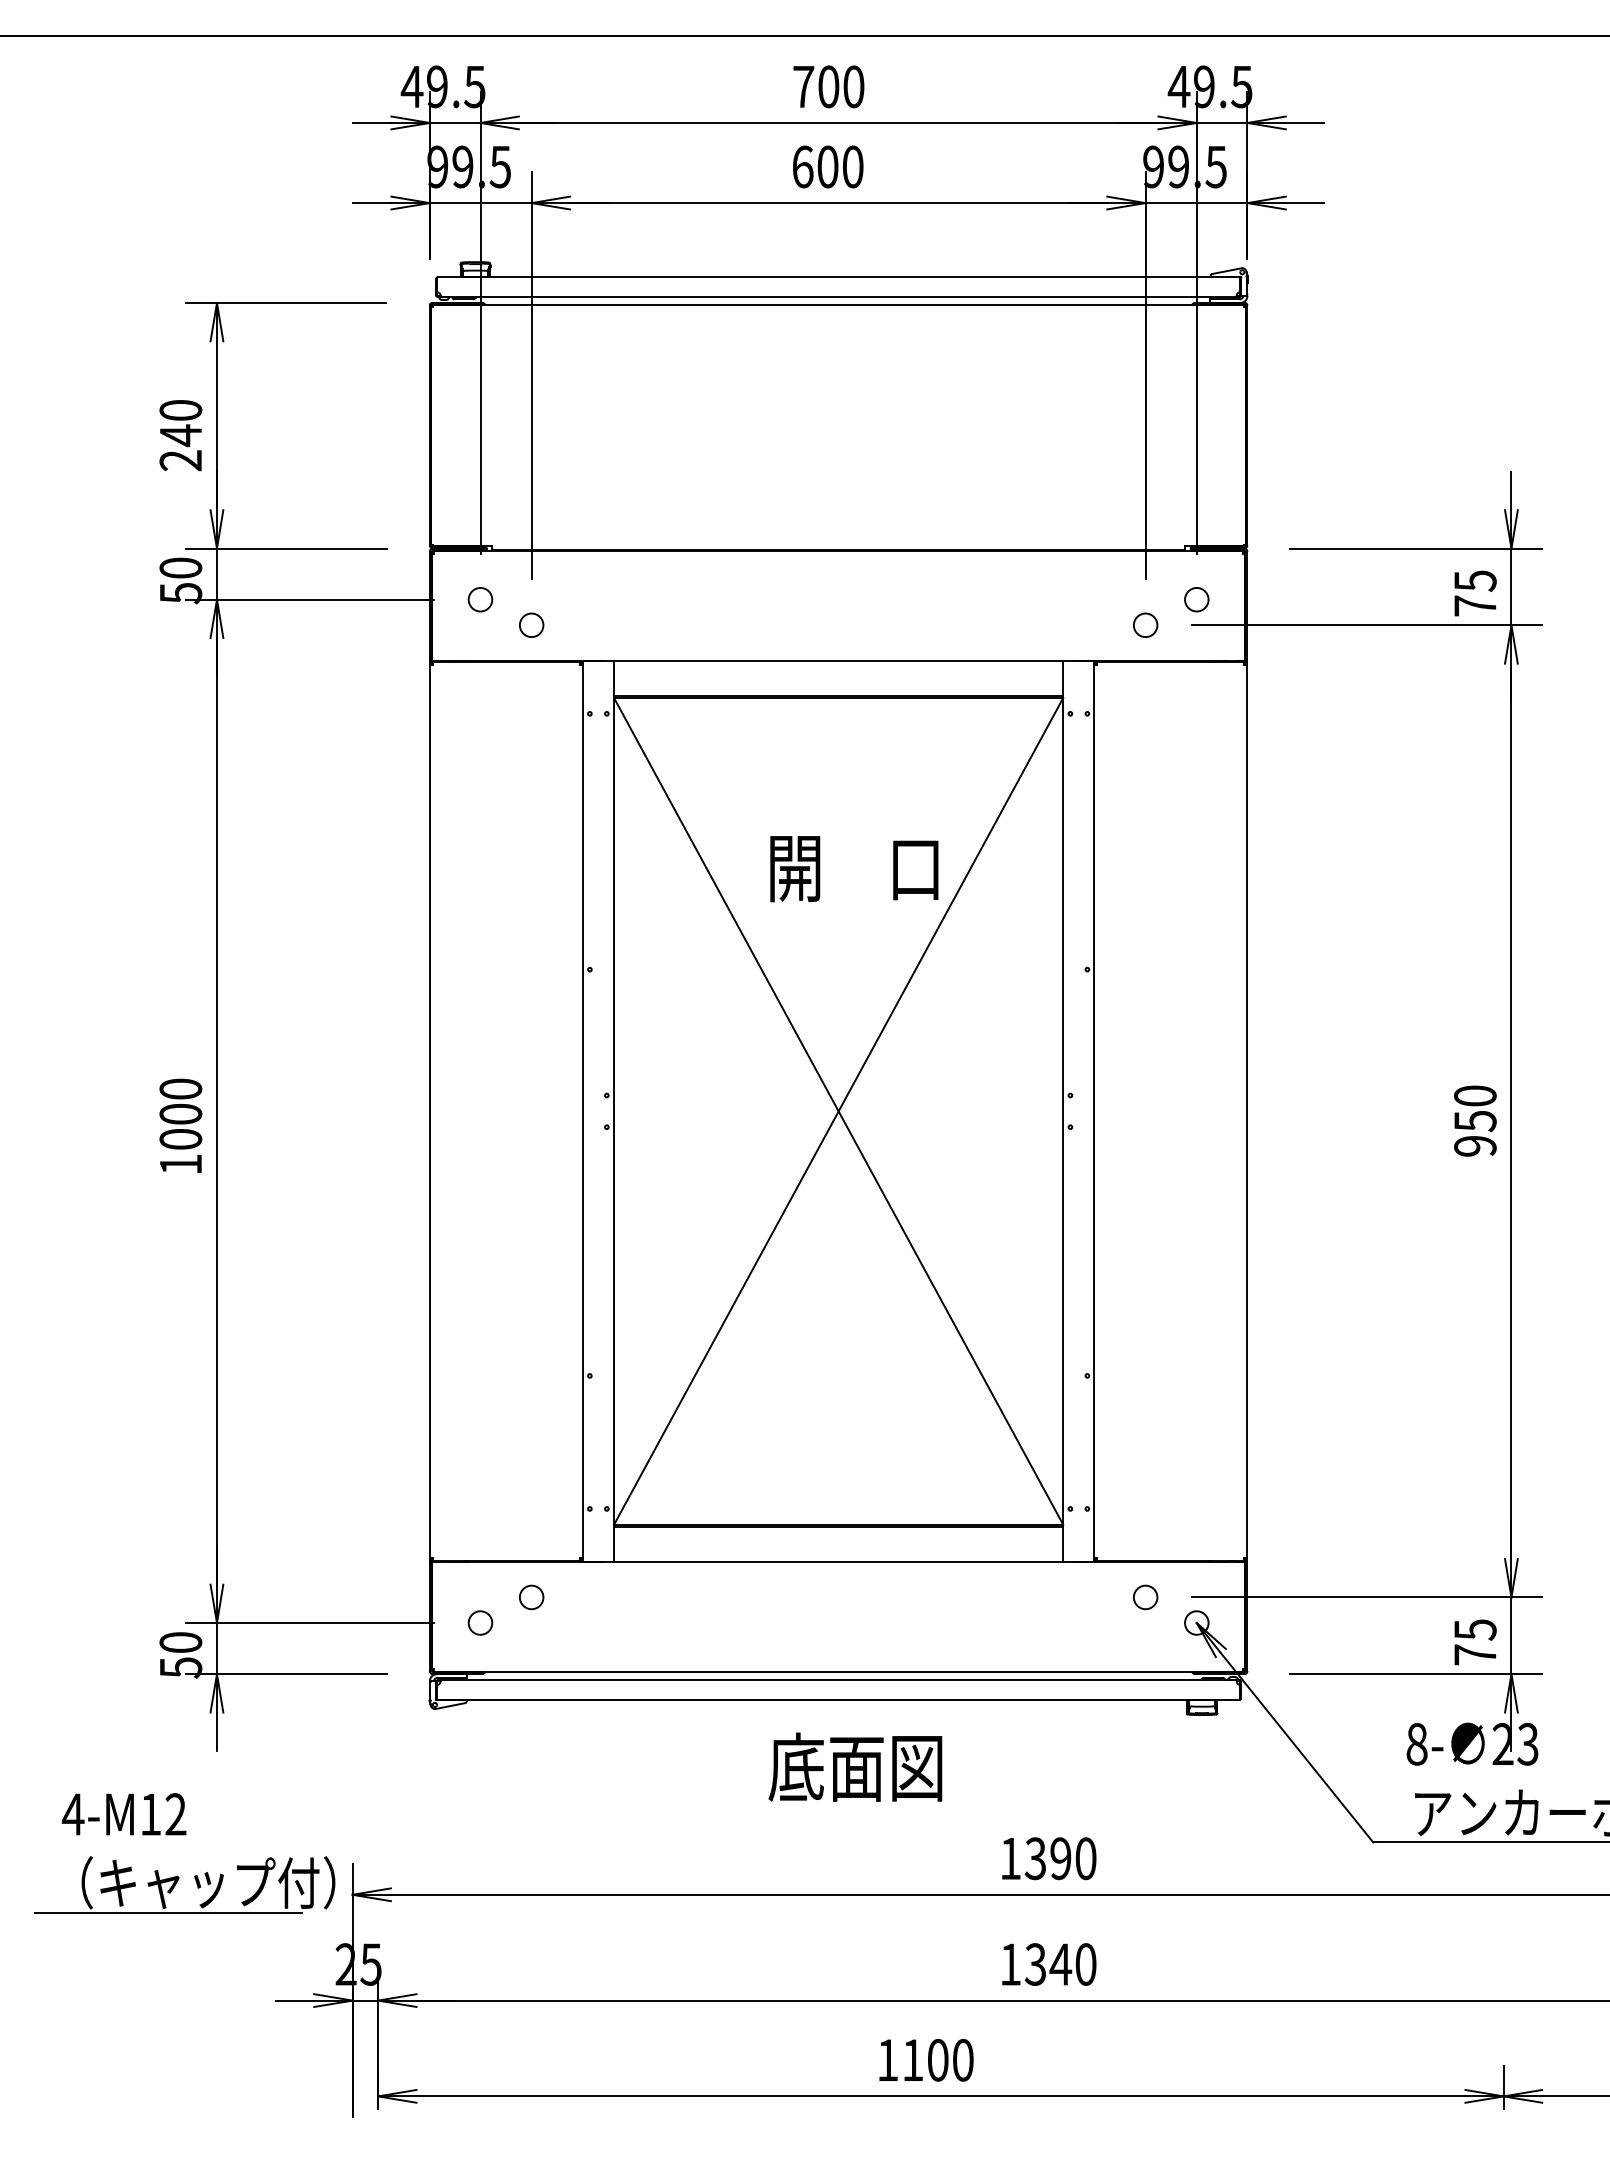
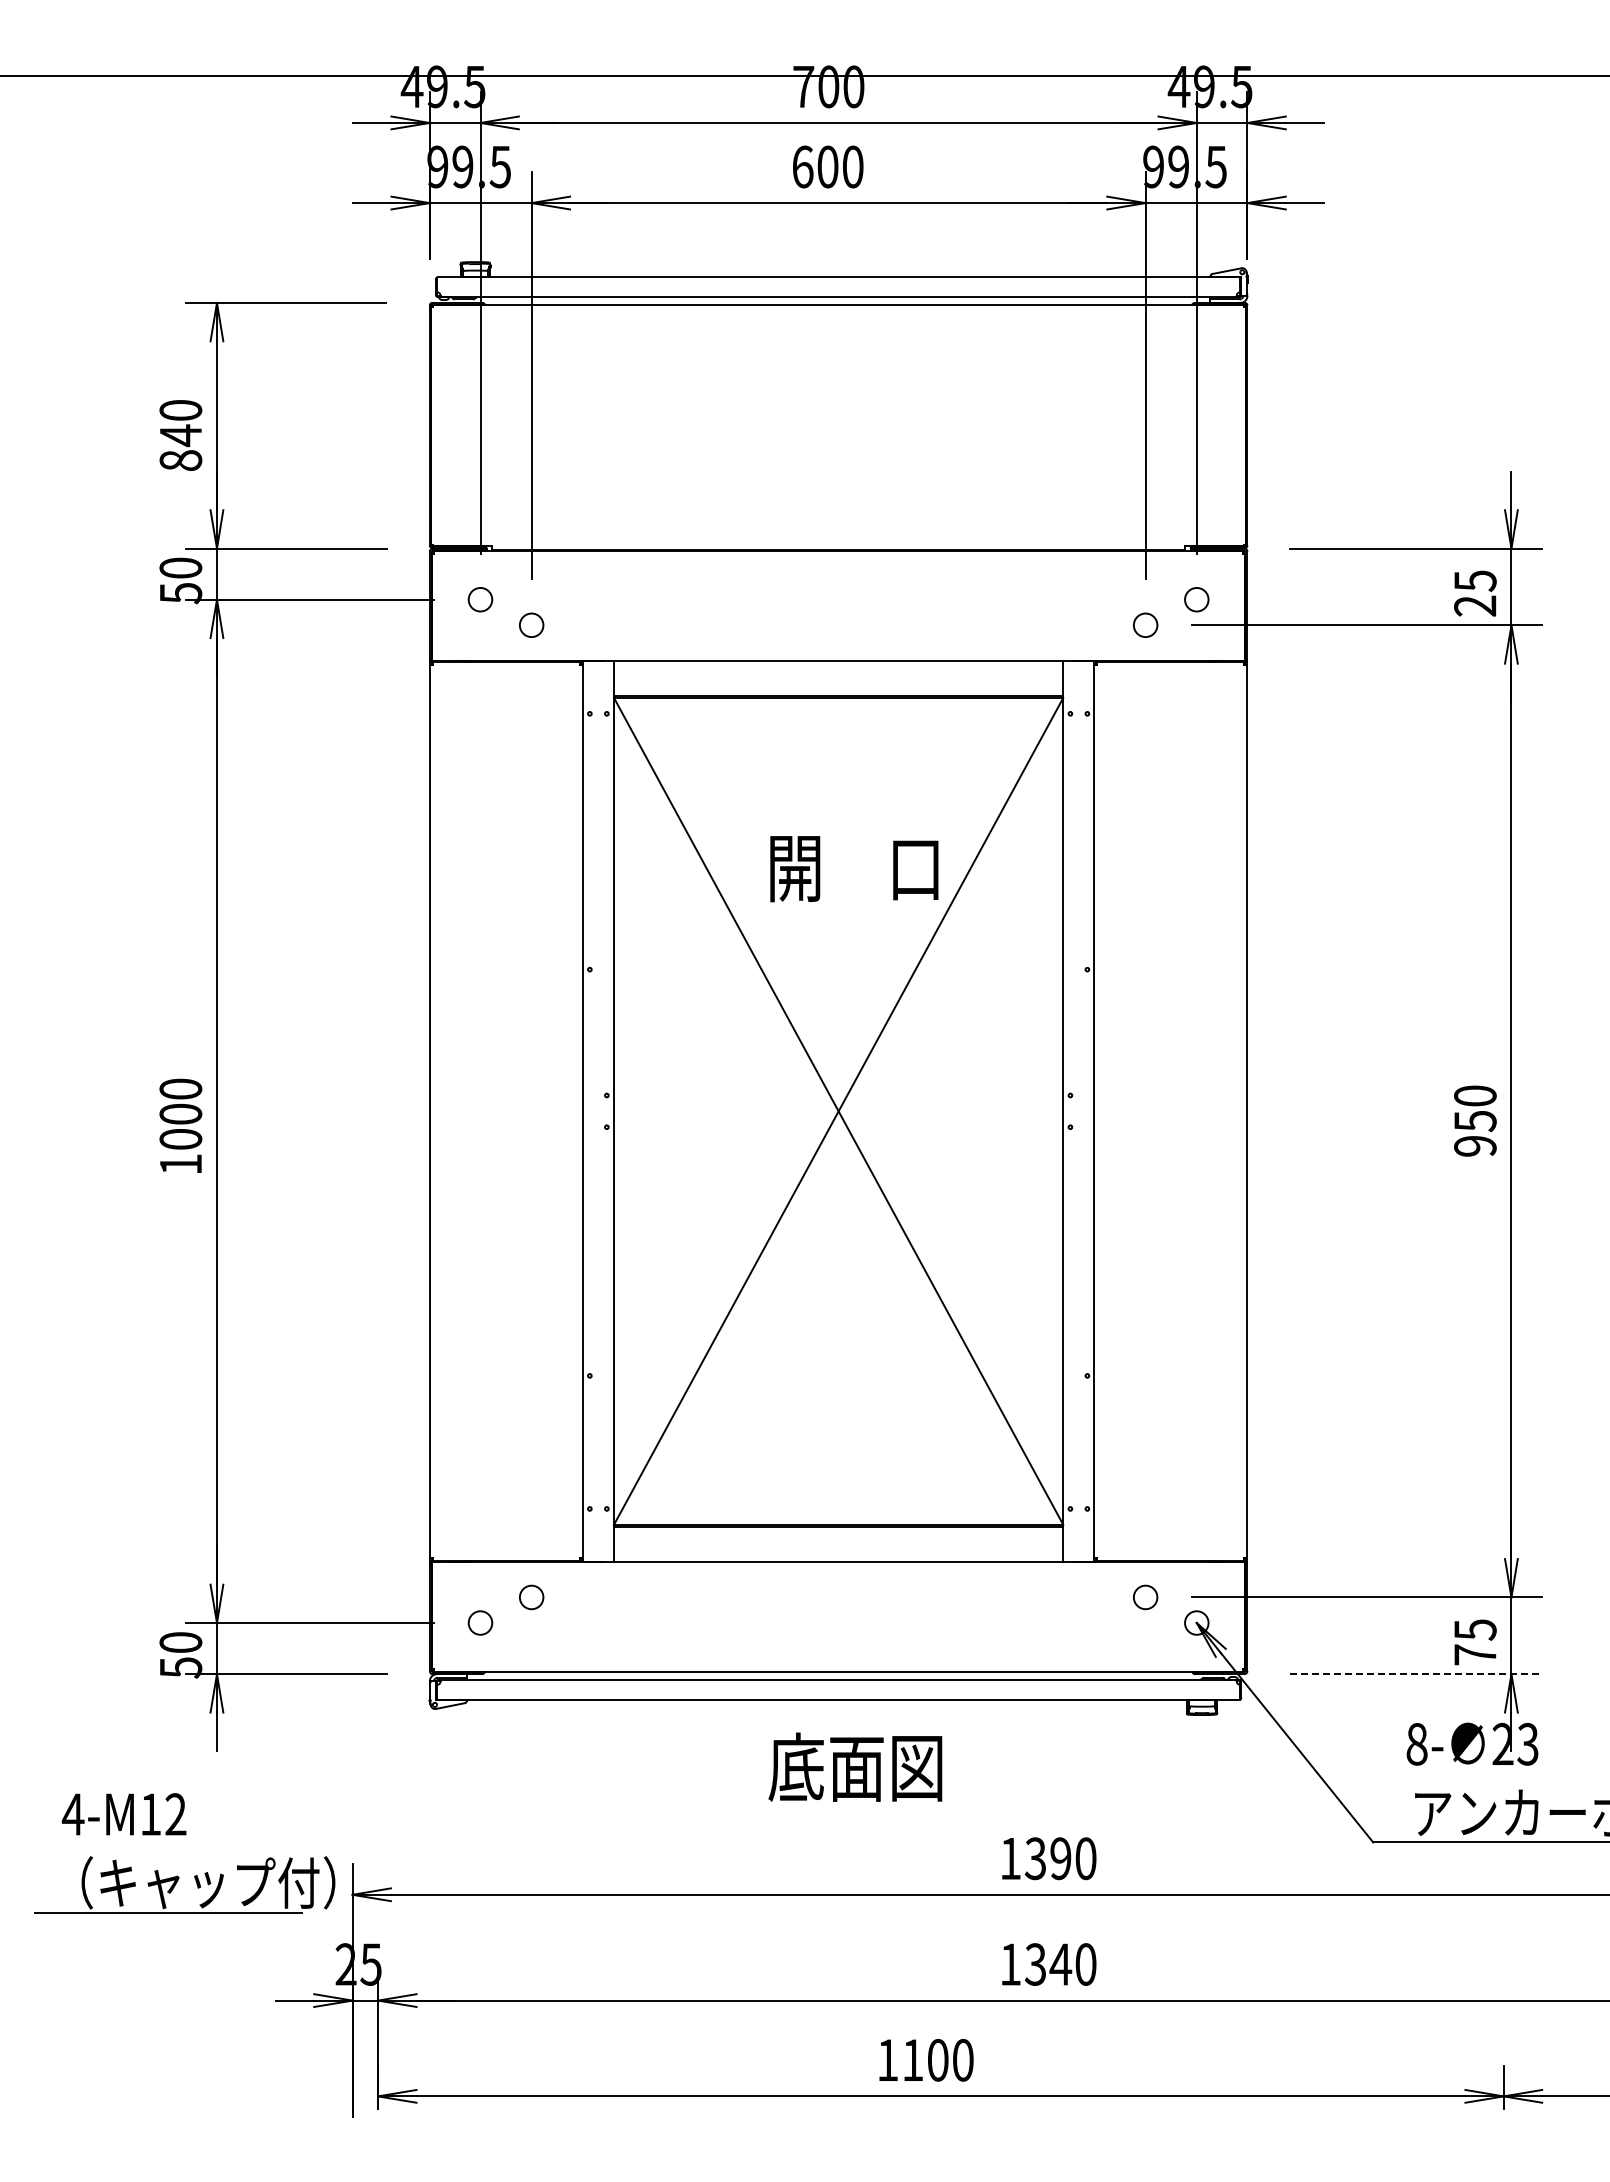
line at (804, 35) position: (804, 35) -> (804, 75)
text at (180, 460): 240 -> 840
text at (1475, 605): 75 -> 25
line at (1416, 1674): solid -> dashed
